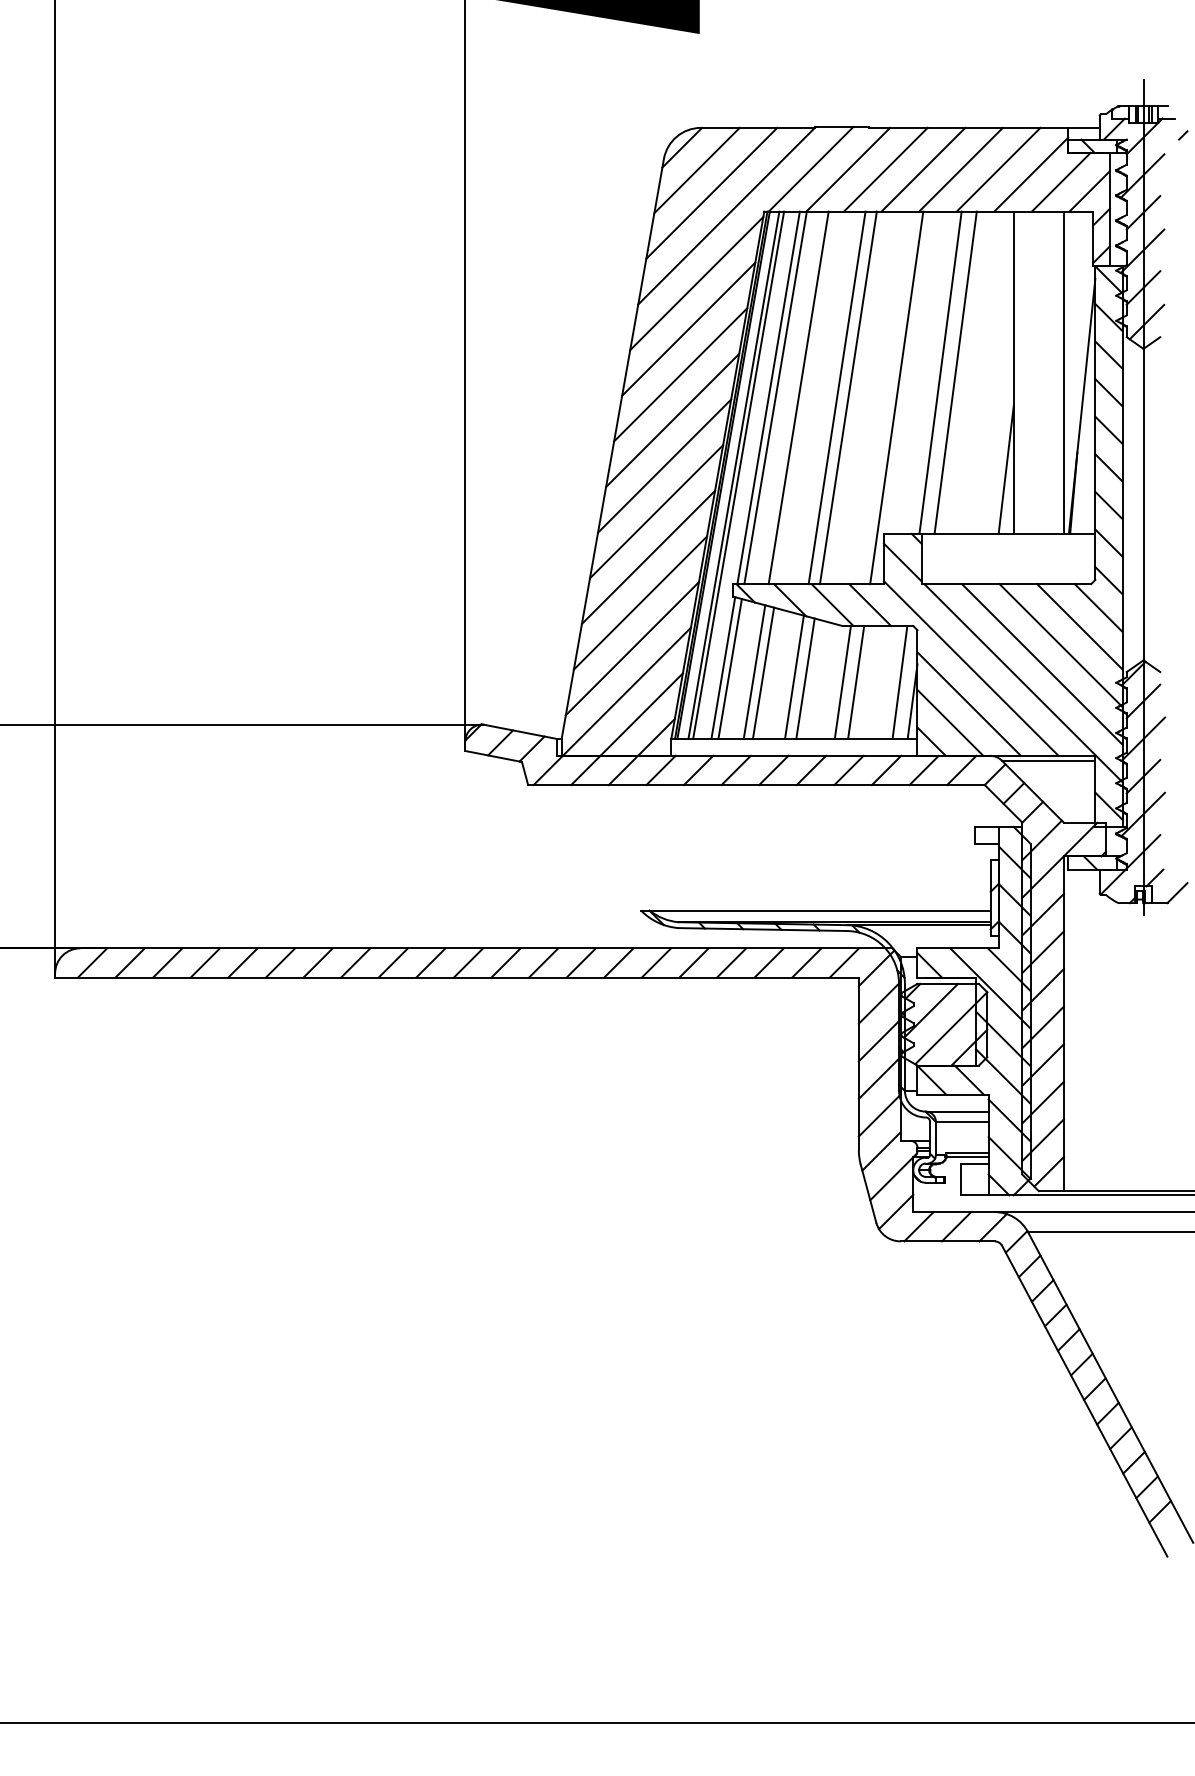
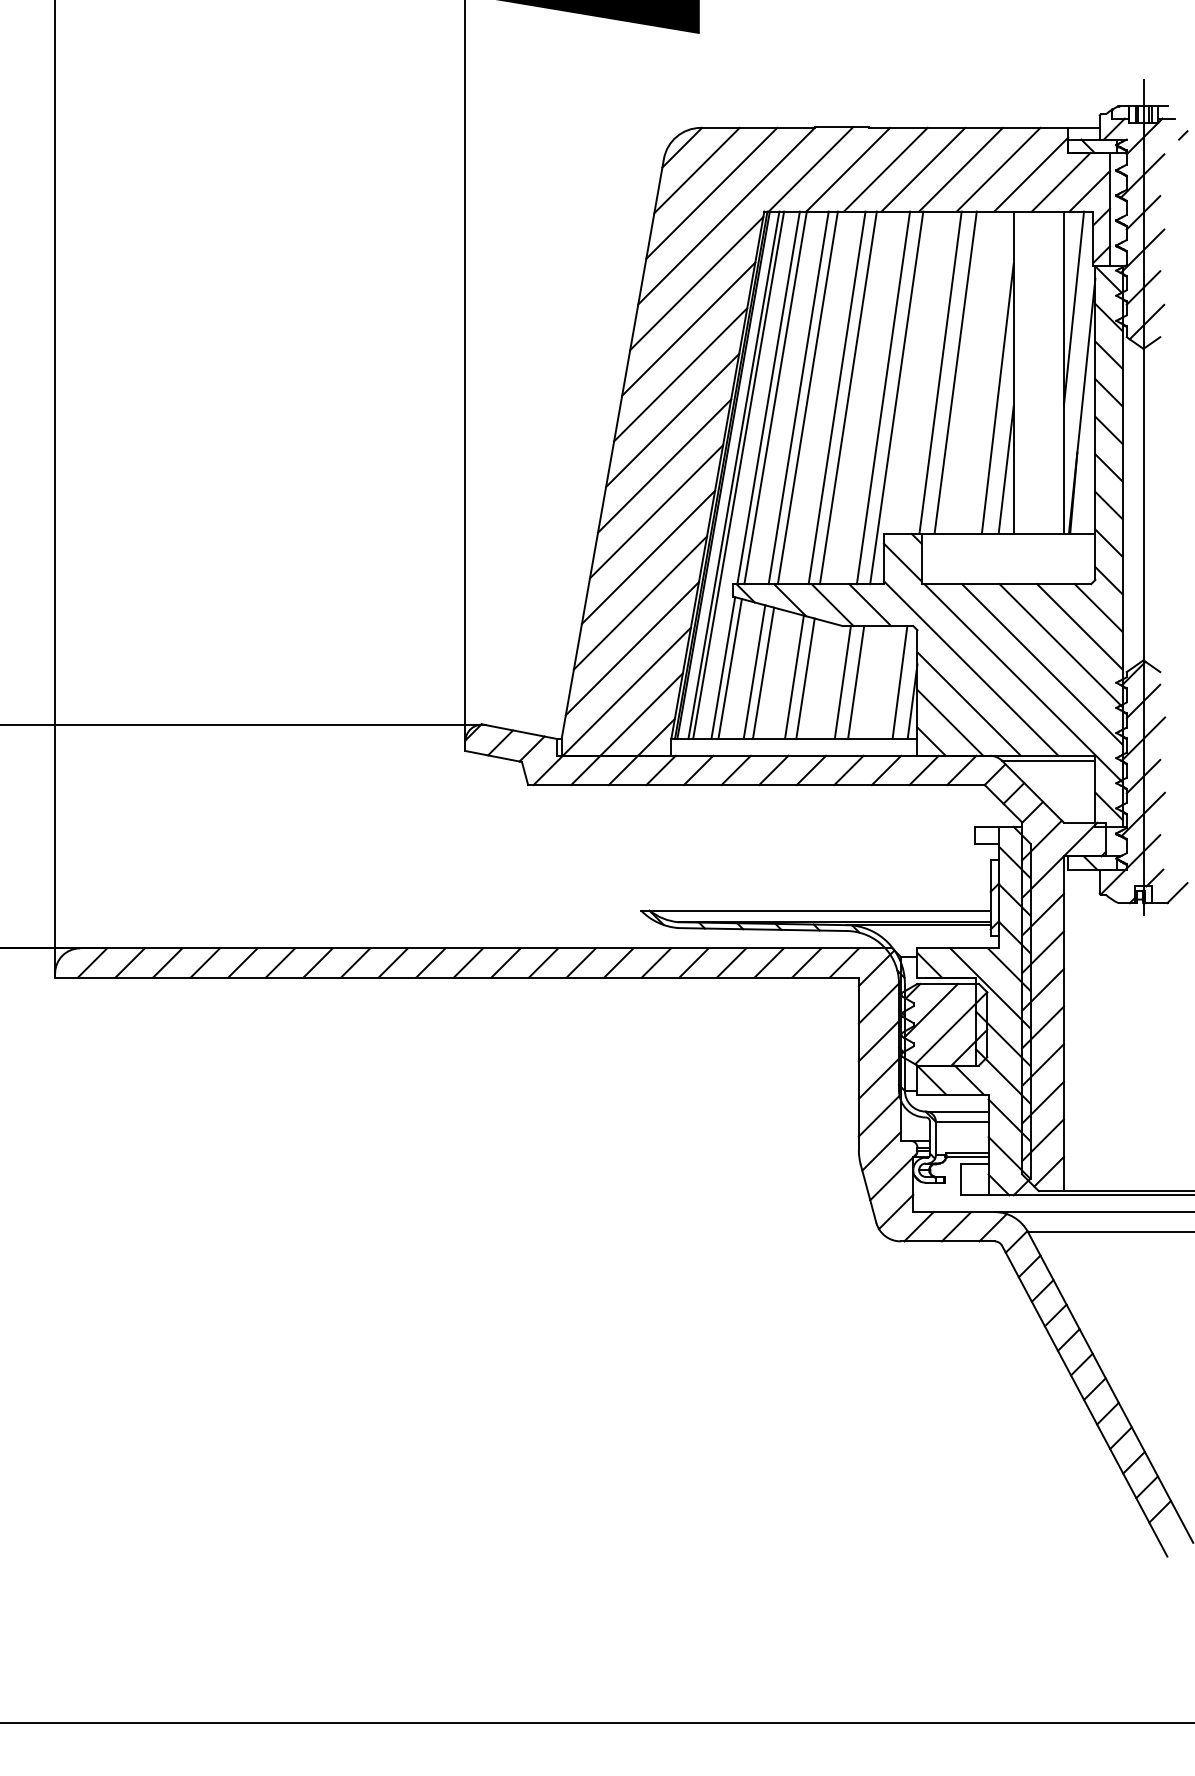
line at (1073, 308): none -> present
line at (807, 397): none -> present
line at (883, 397): none -> present
line at (997, 398): none -> present
